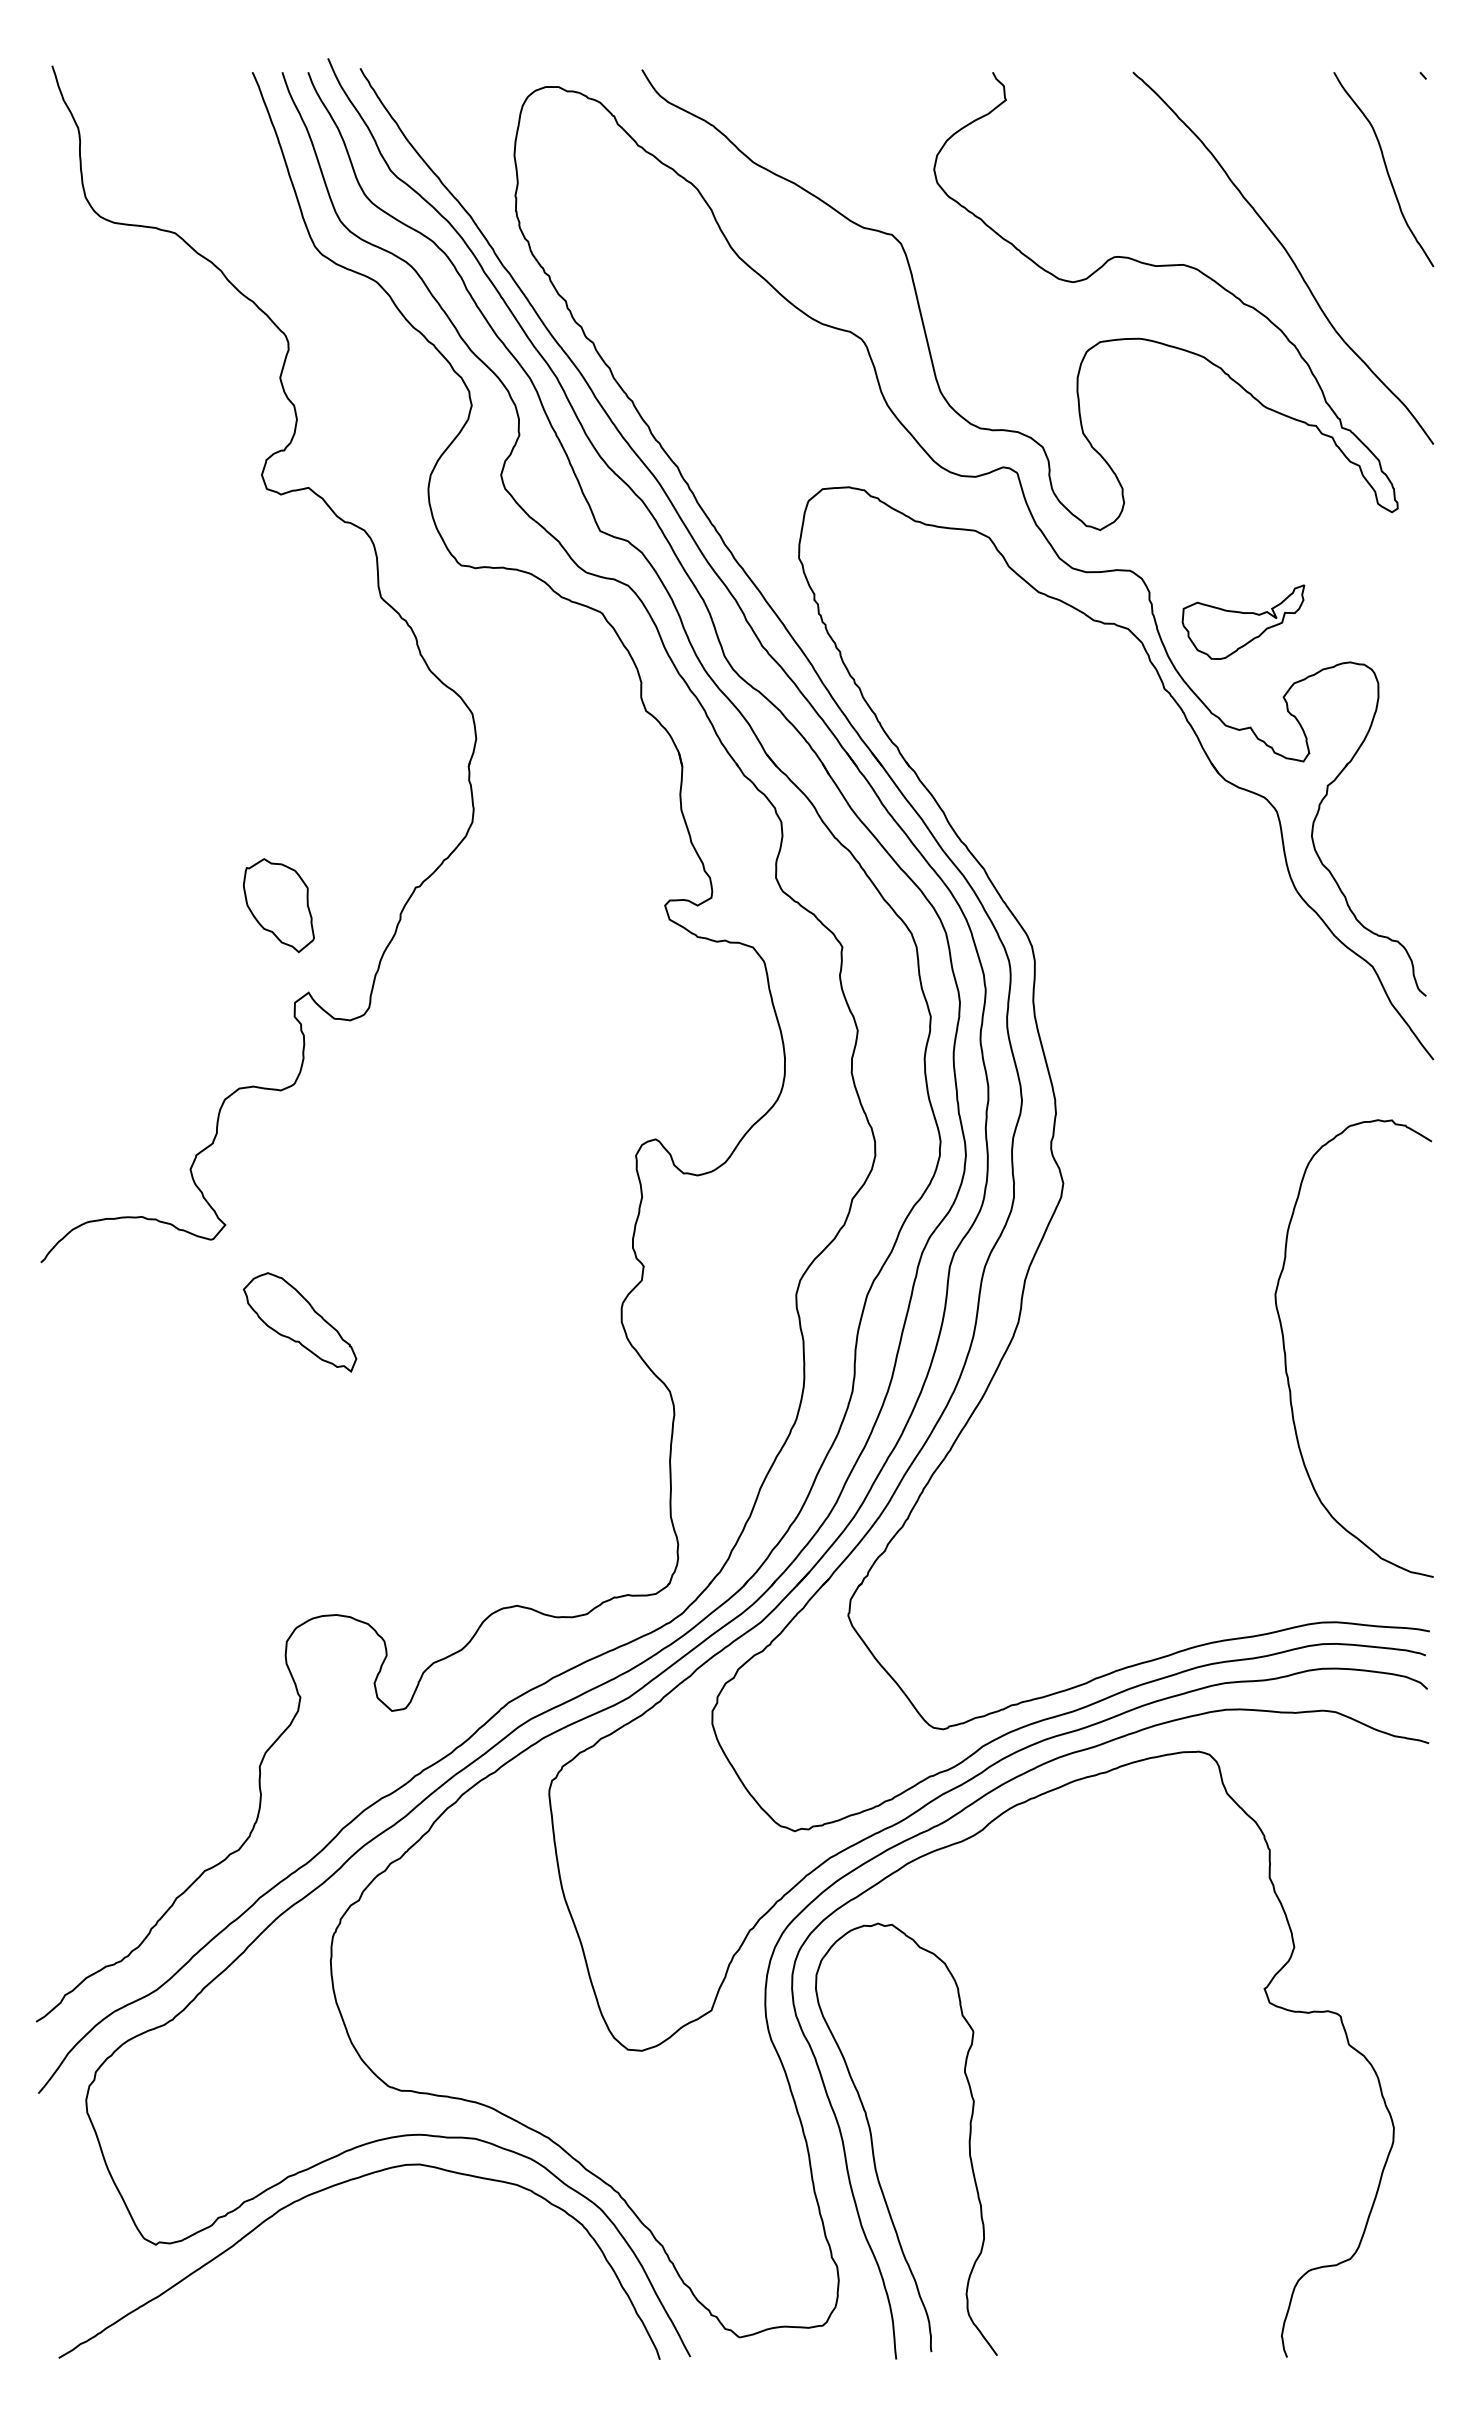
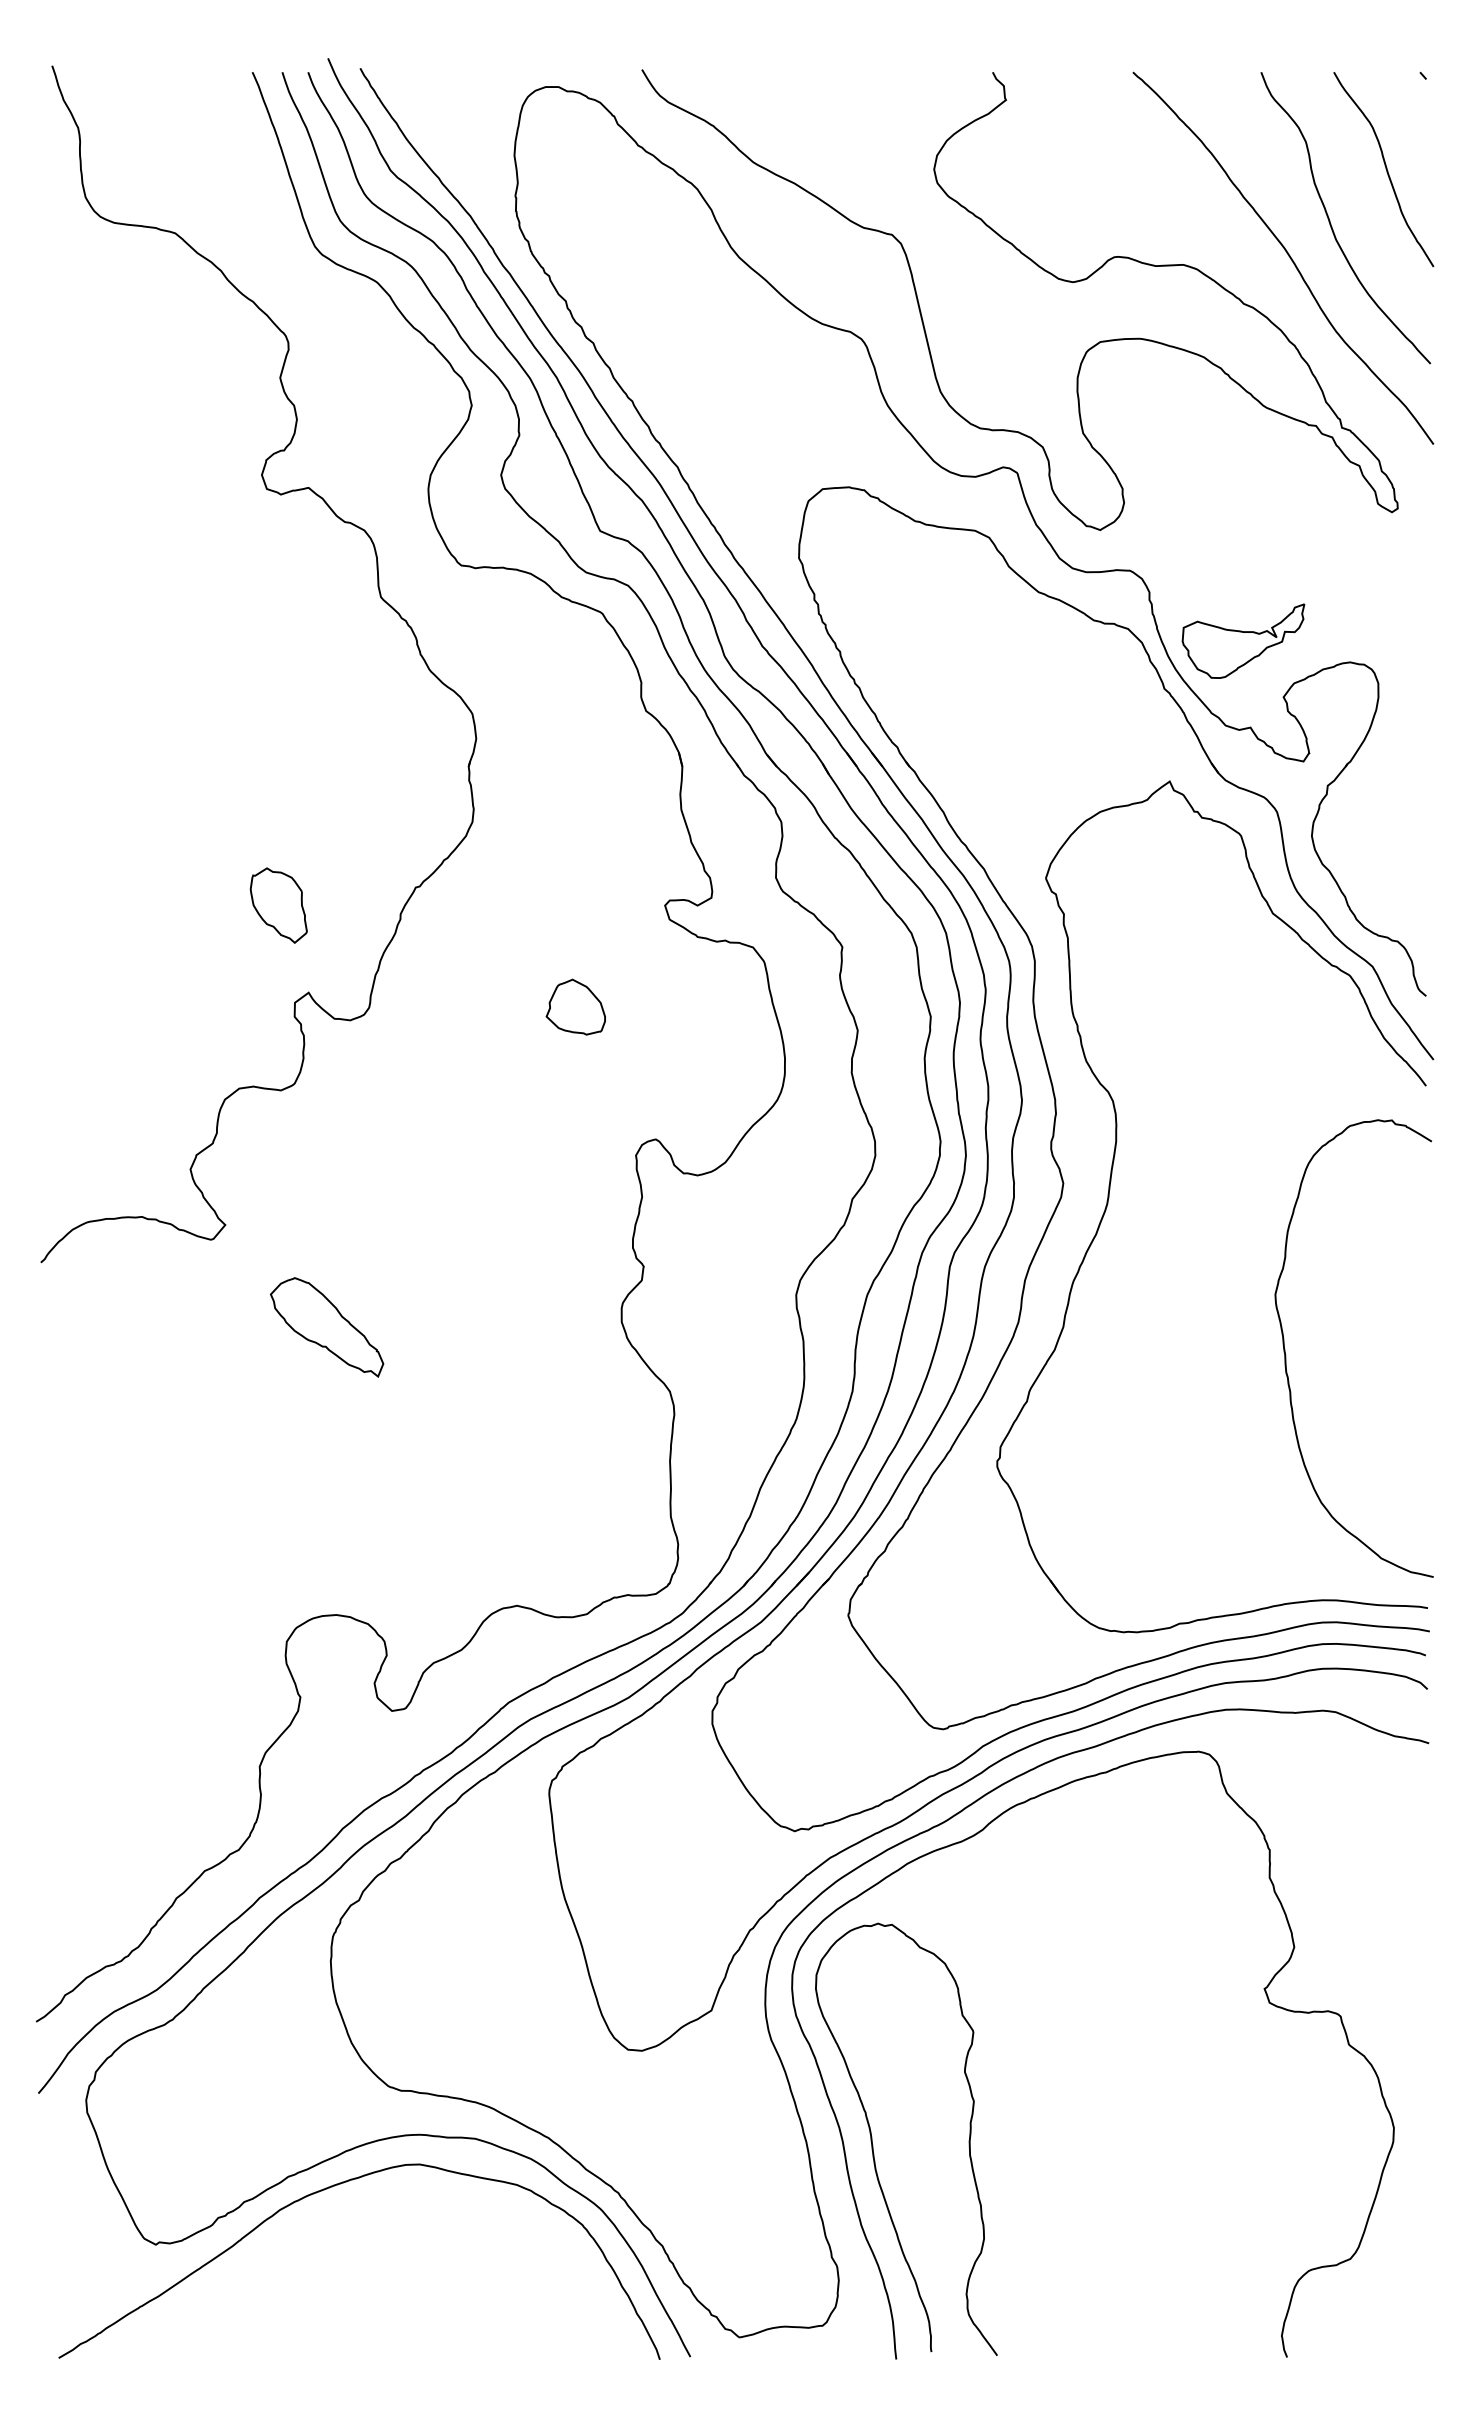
curve at (1331, 223): none -> present
part at (1243, 621) position: (1243, 621) -> (1243, 640)
part at (278, 905) size: 73x96 px -> 59x77 px
part at (575, 1006): none -> present
part at (1109, 1198): none -> present
part at (300, 1322) position: (300, 1322) -> (327, 1327)
